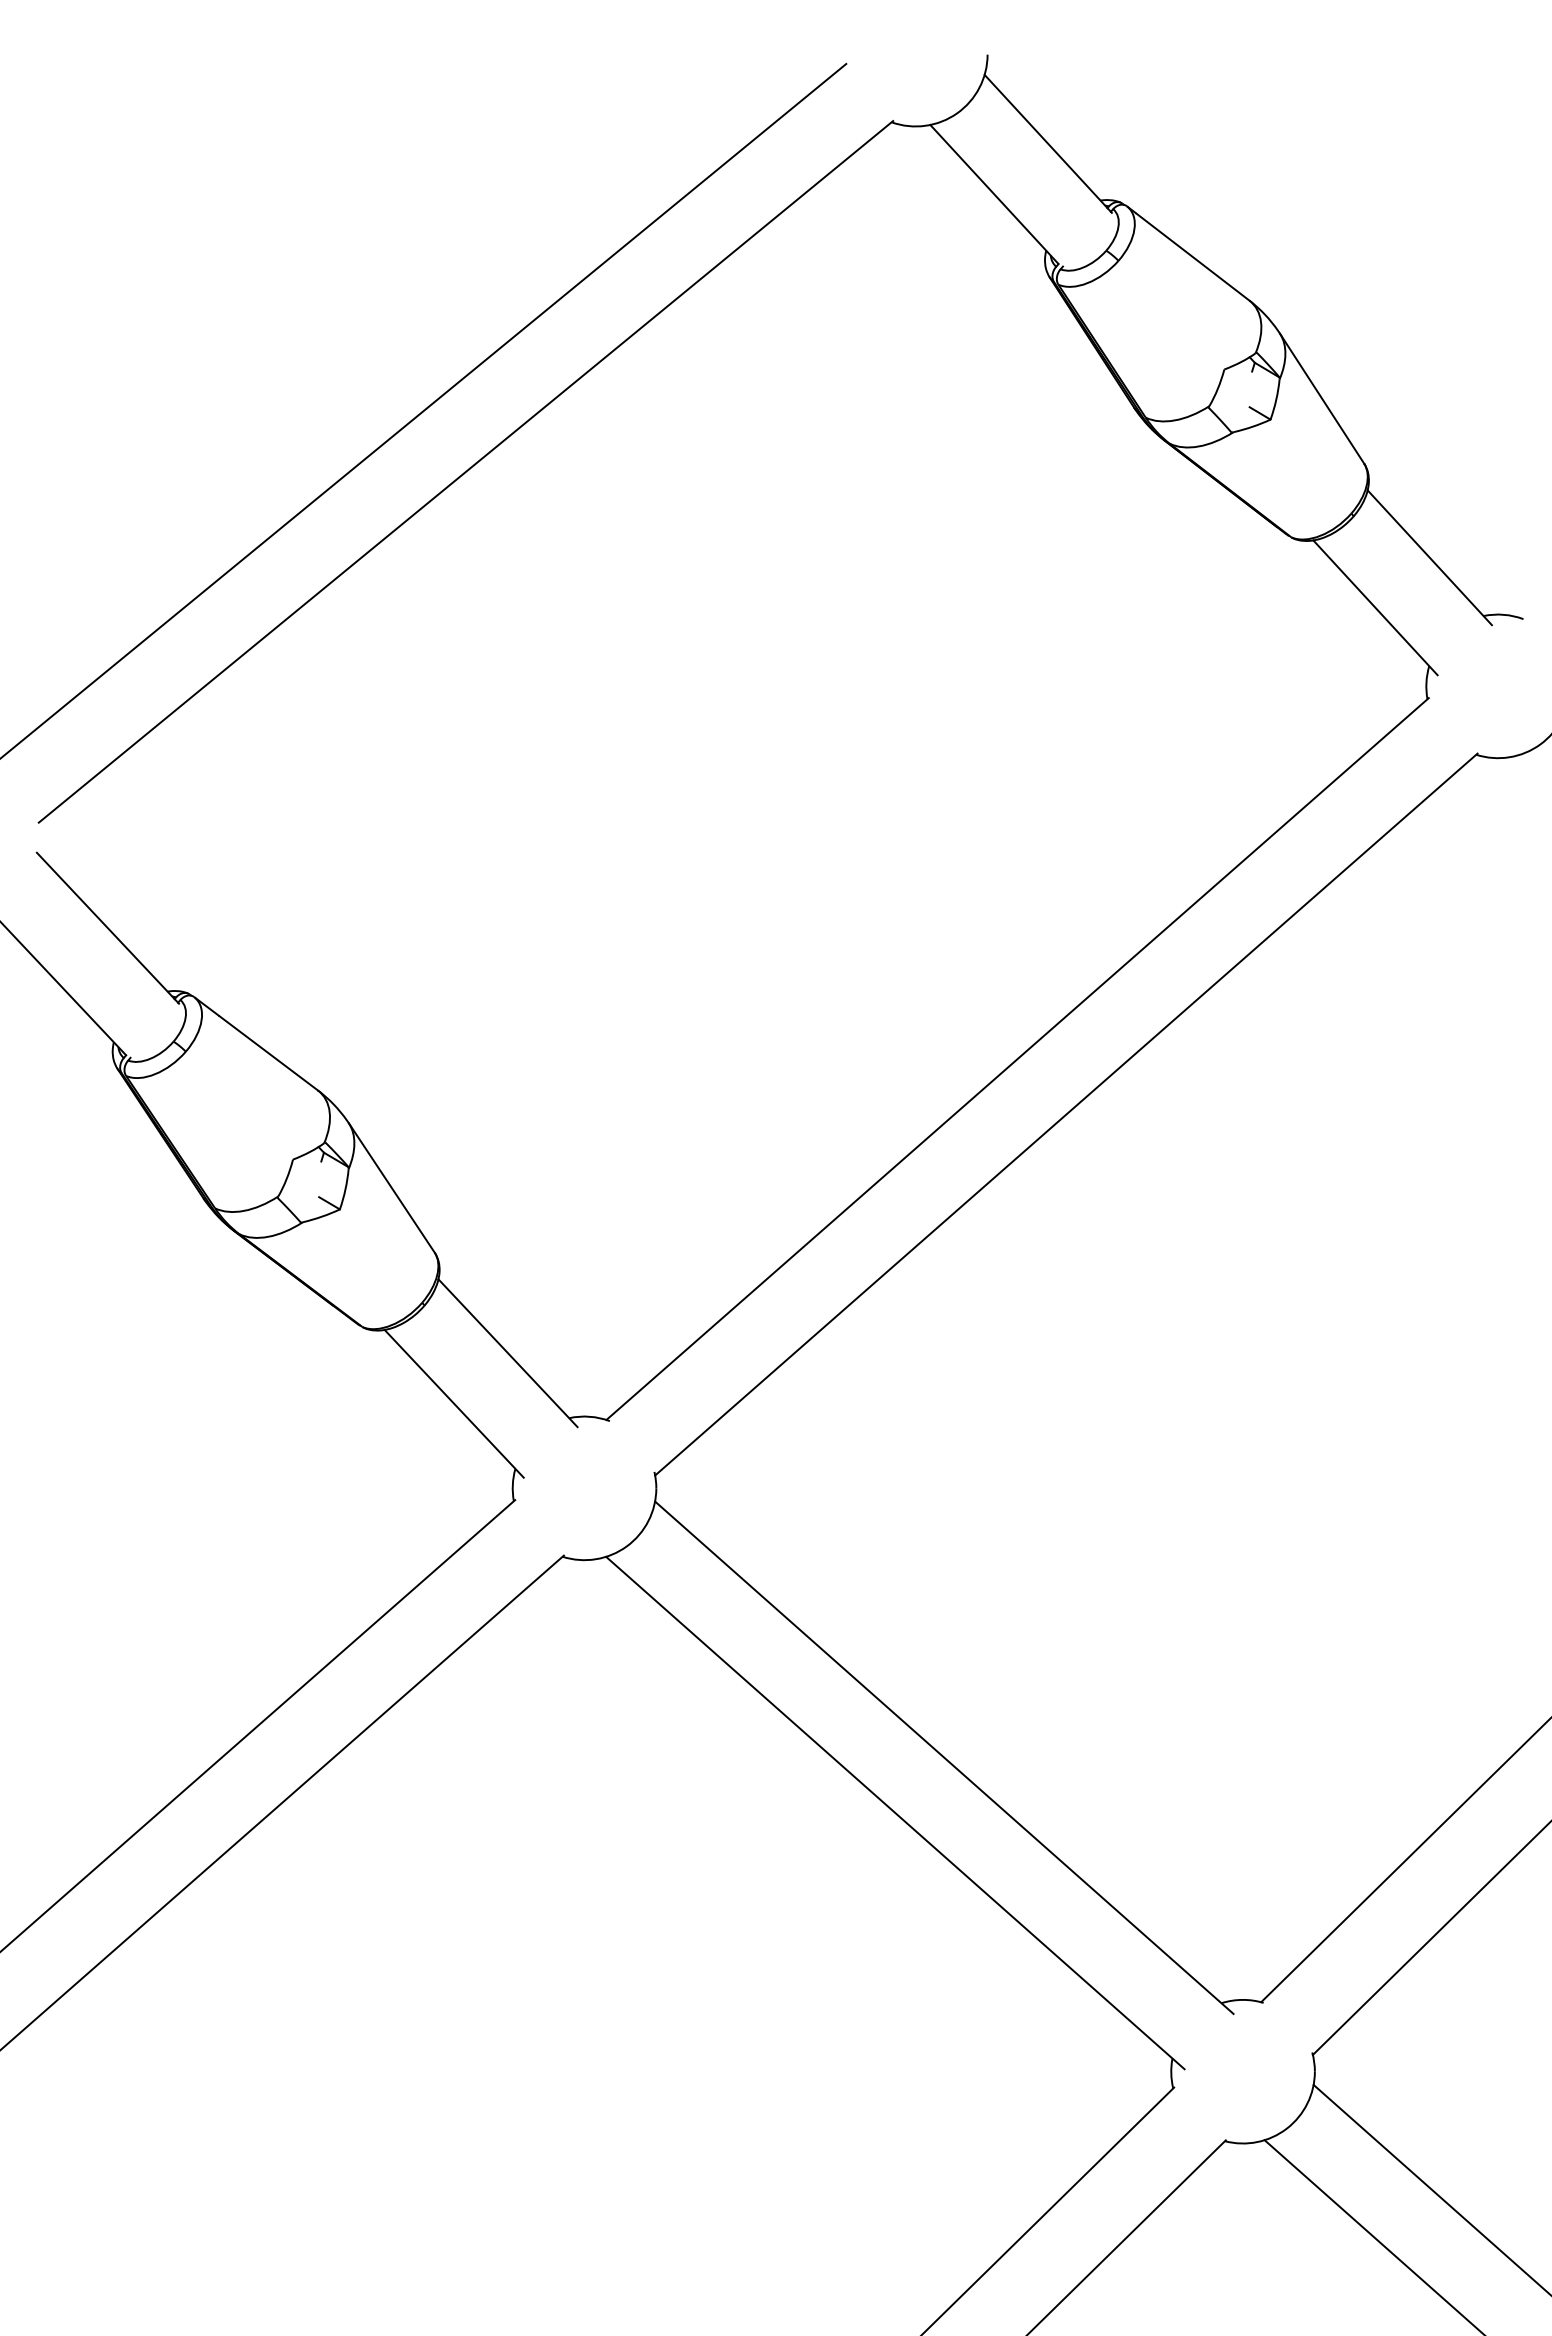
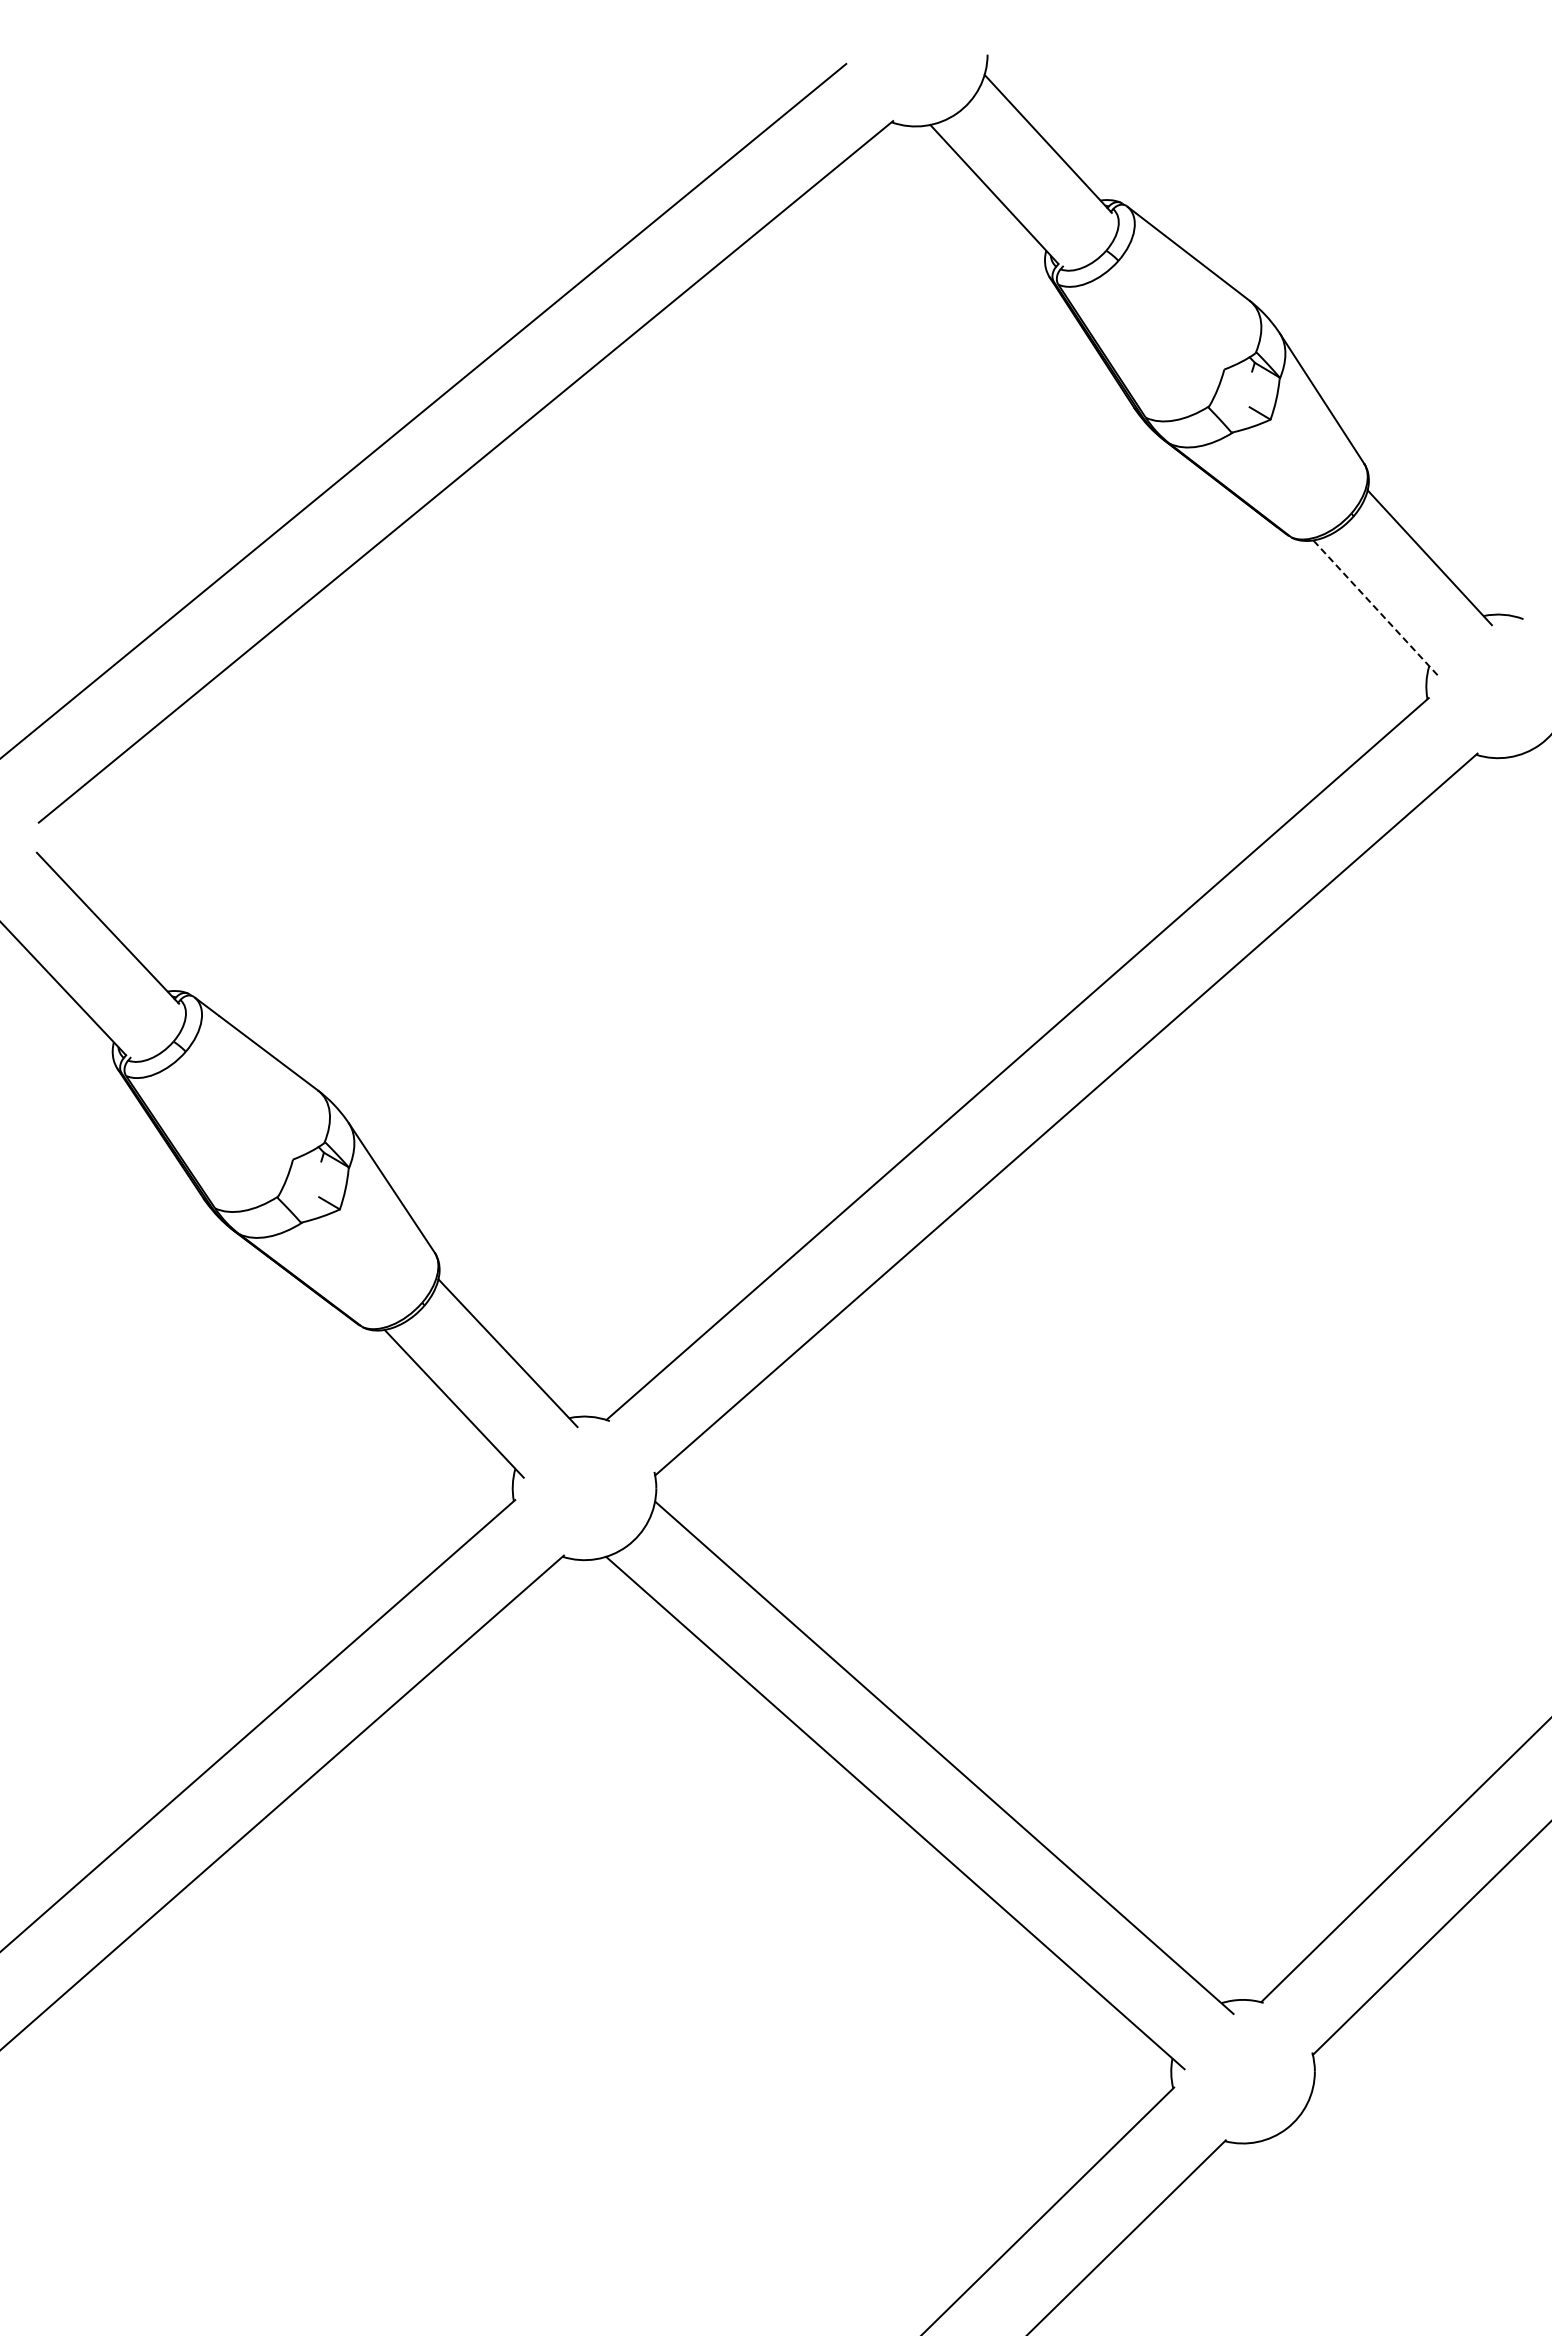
line at (1375, 607): solid -> dashed
line at (1430, 2188): present -> none
line at (1372, 2236): present -> none
